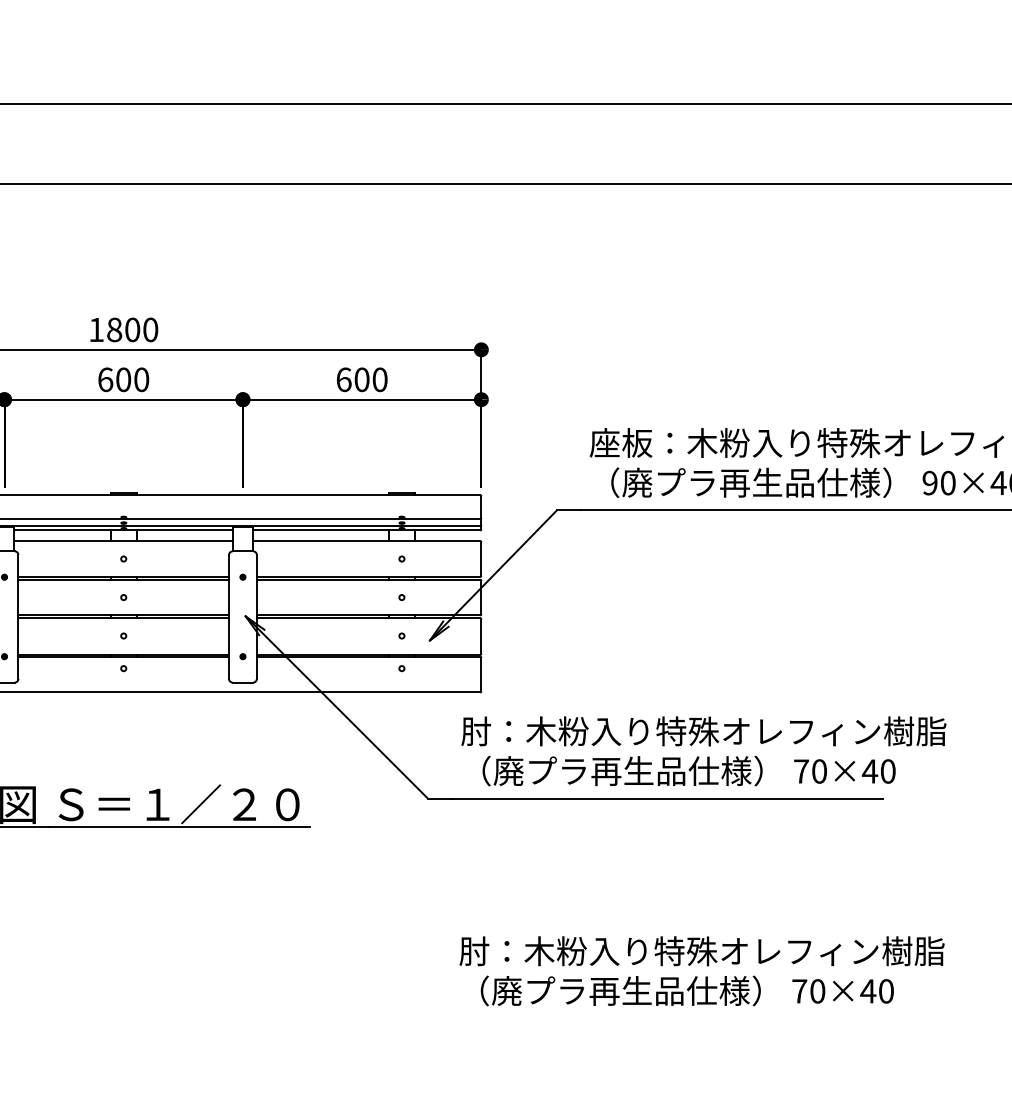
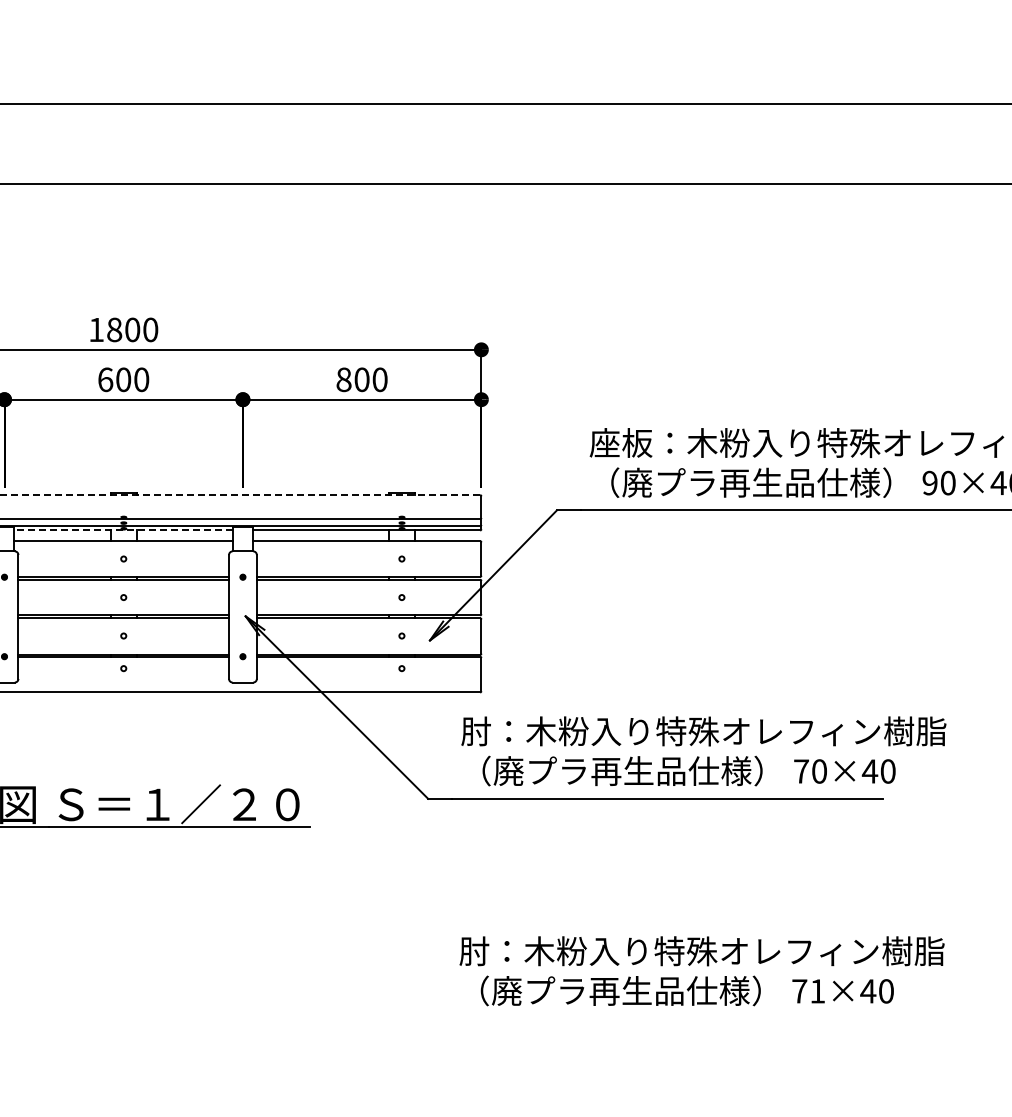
text at (343, 379): 600 -> 800
line at (240, 495): solid -> dashed
line at (123, 530): solid -> dashed
text at (817, 991): 70×40 -> 71×40
